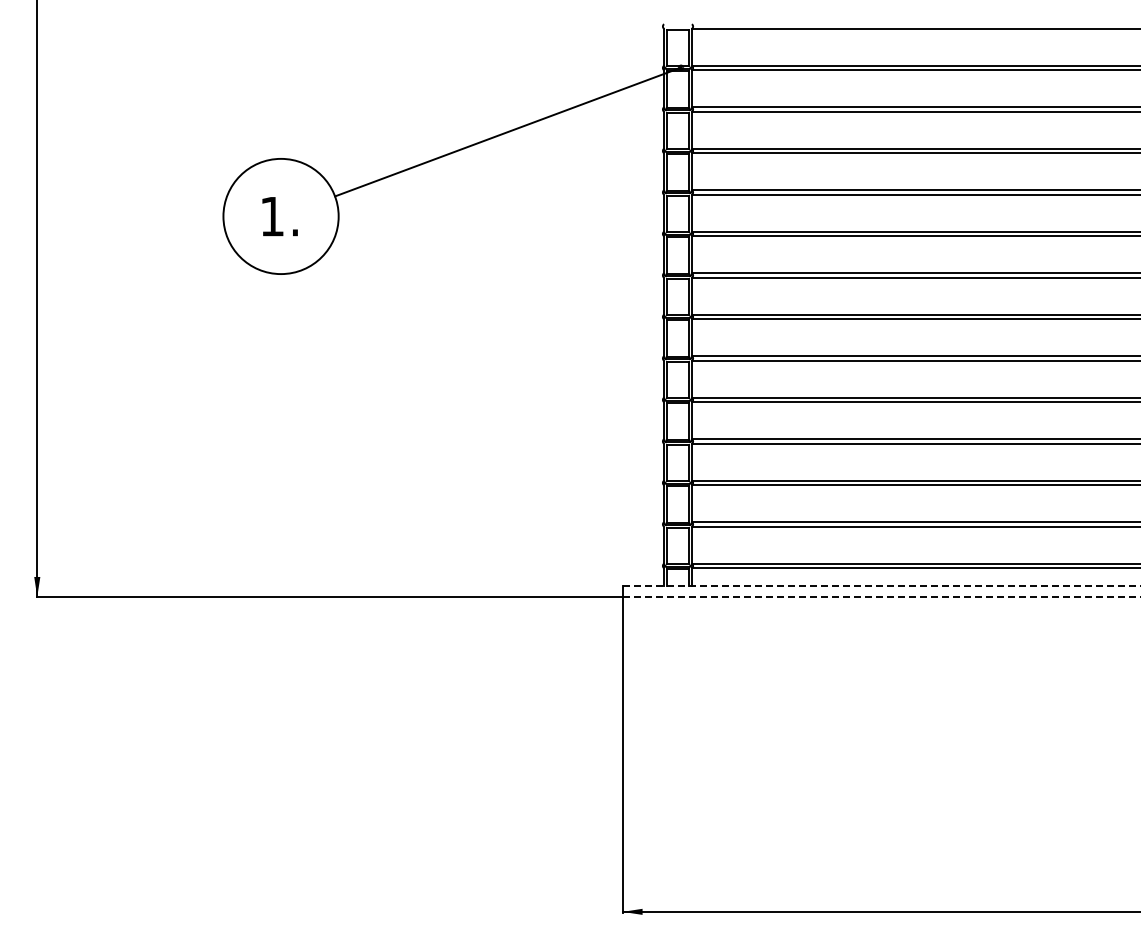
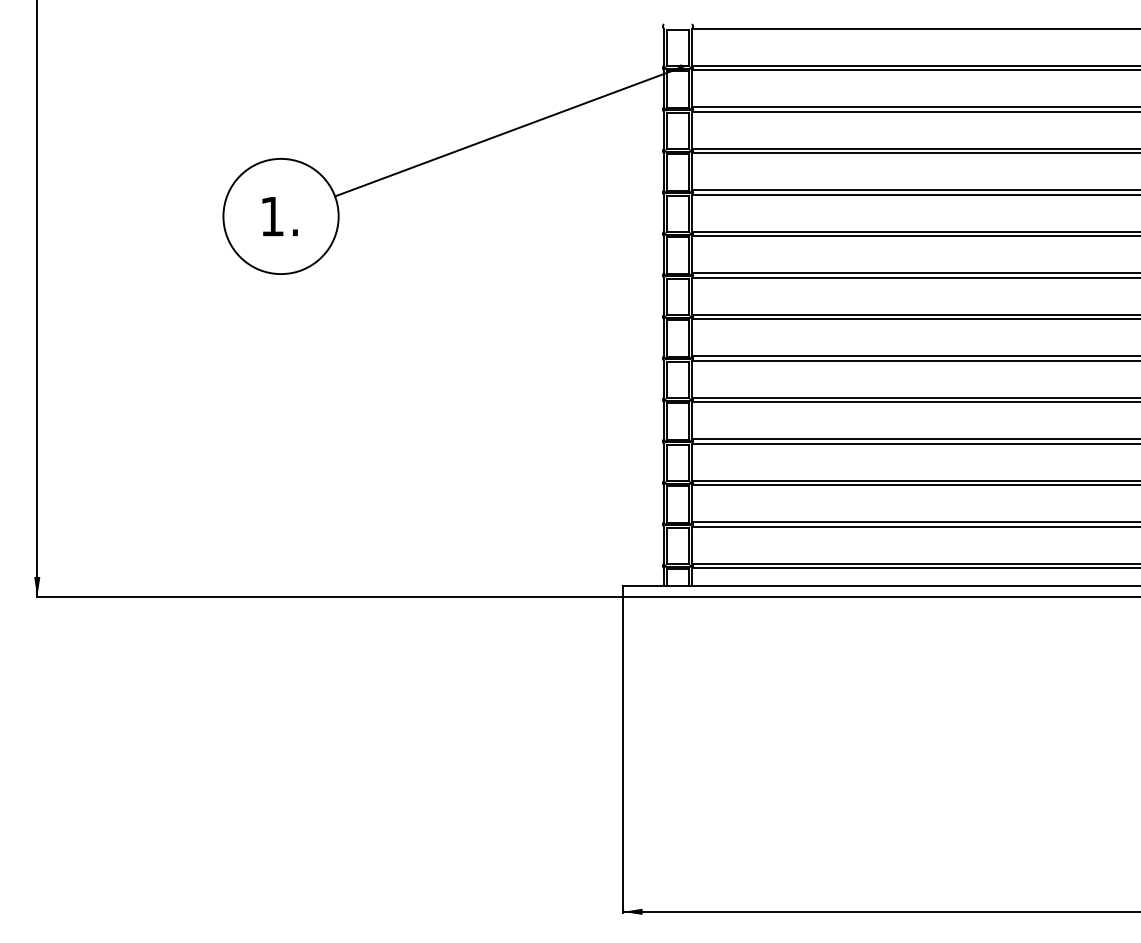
line at (881, 585): dashed -> solid
line at (881, 596): dashed -> solid
